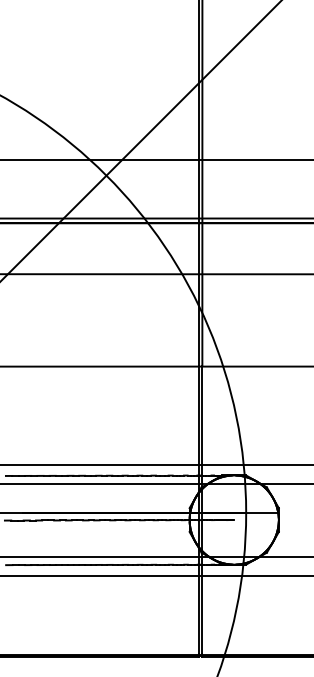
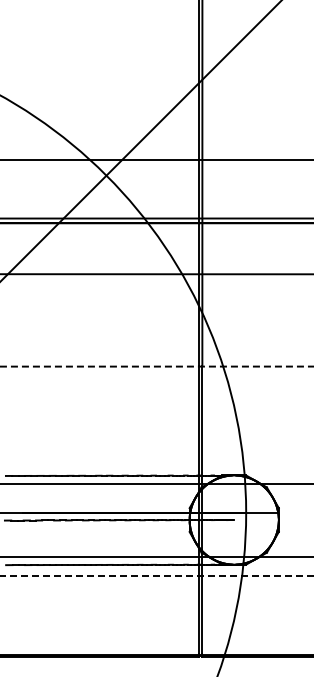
line at (157, 366): solid -> dashed
line at (156, 464): present -> none
line at (157, 576): solid -> dashed
